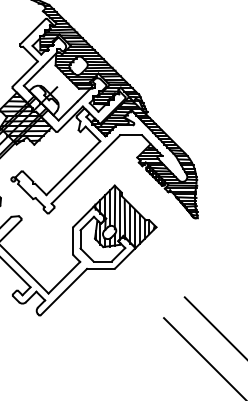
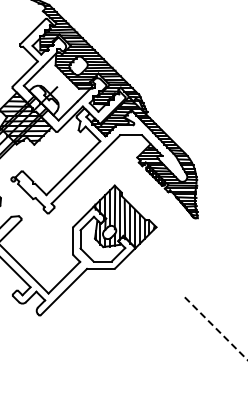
line at (216, 329): solid -> dashed
line at (203, 357): present -> none
